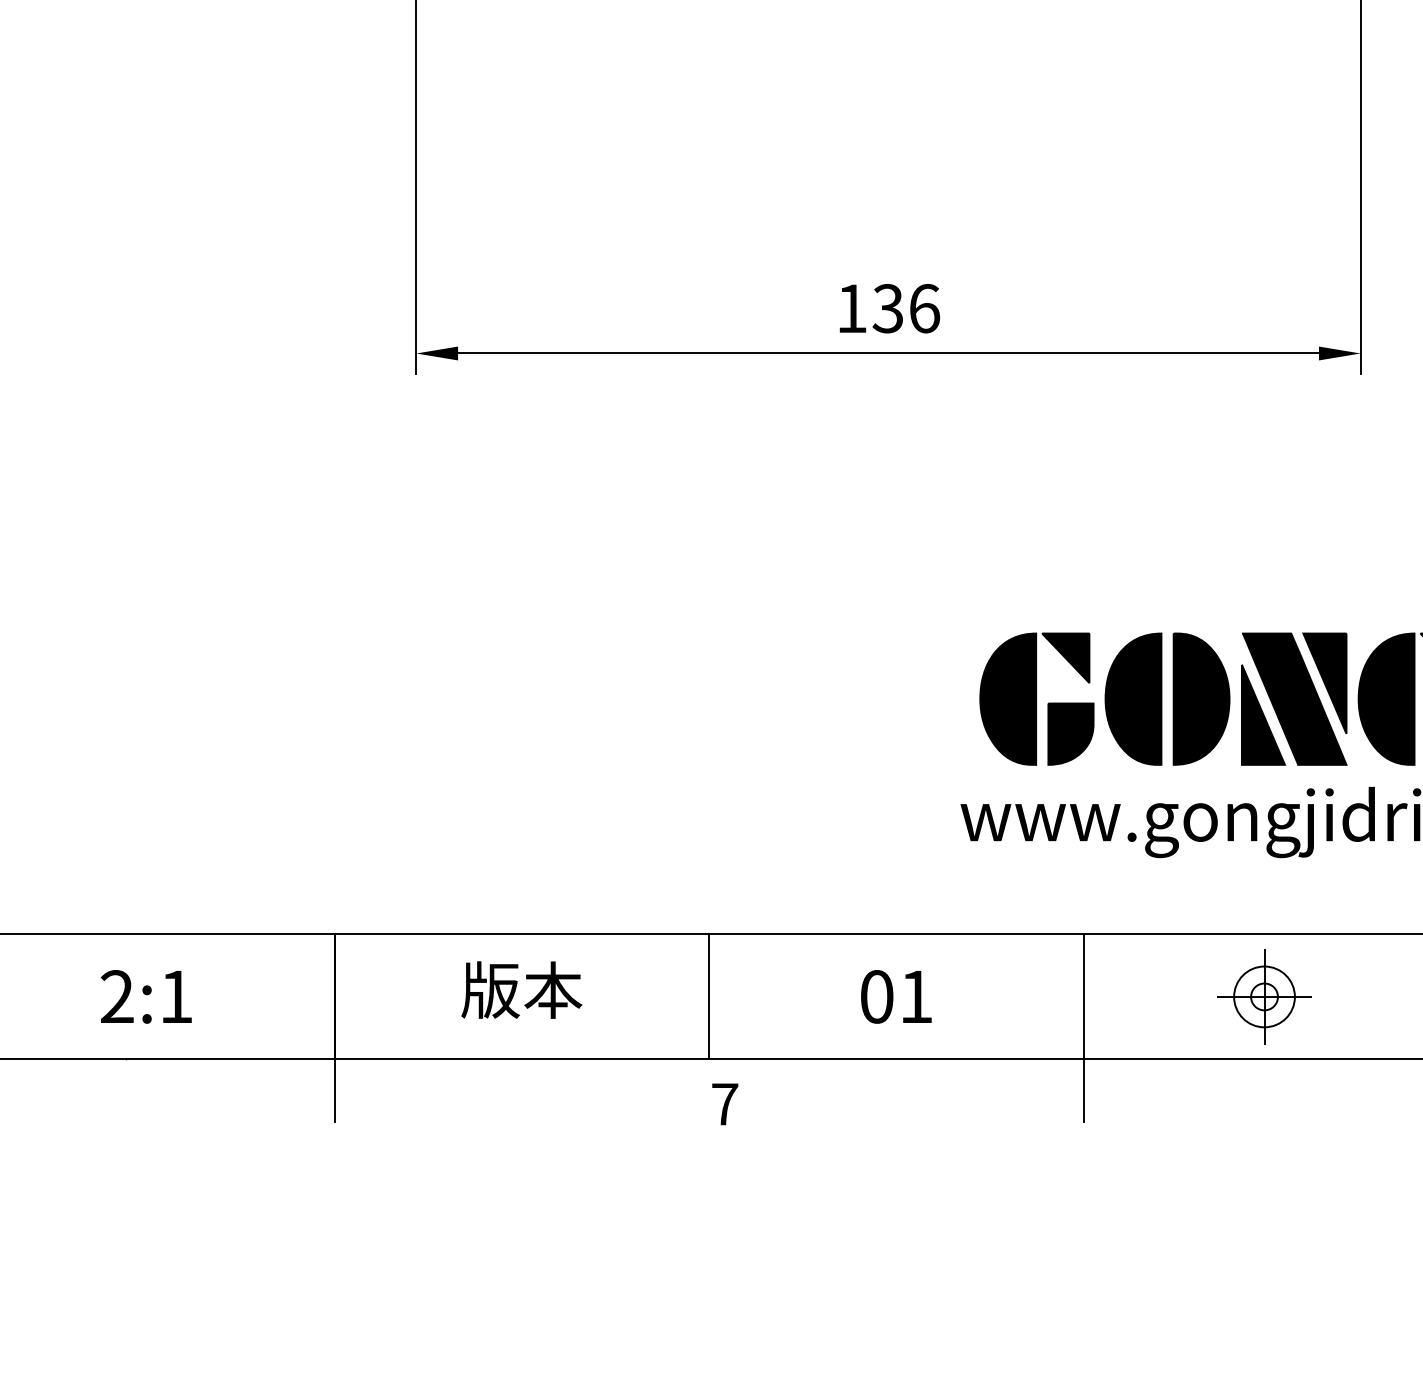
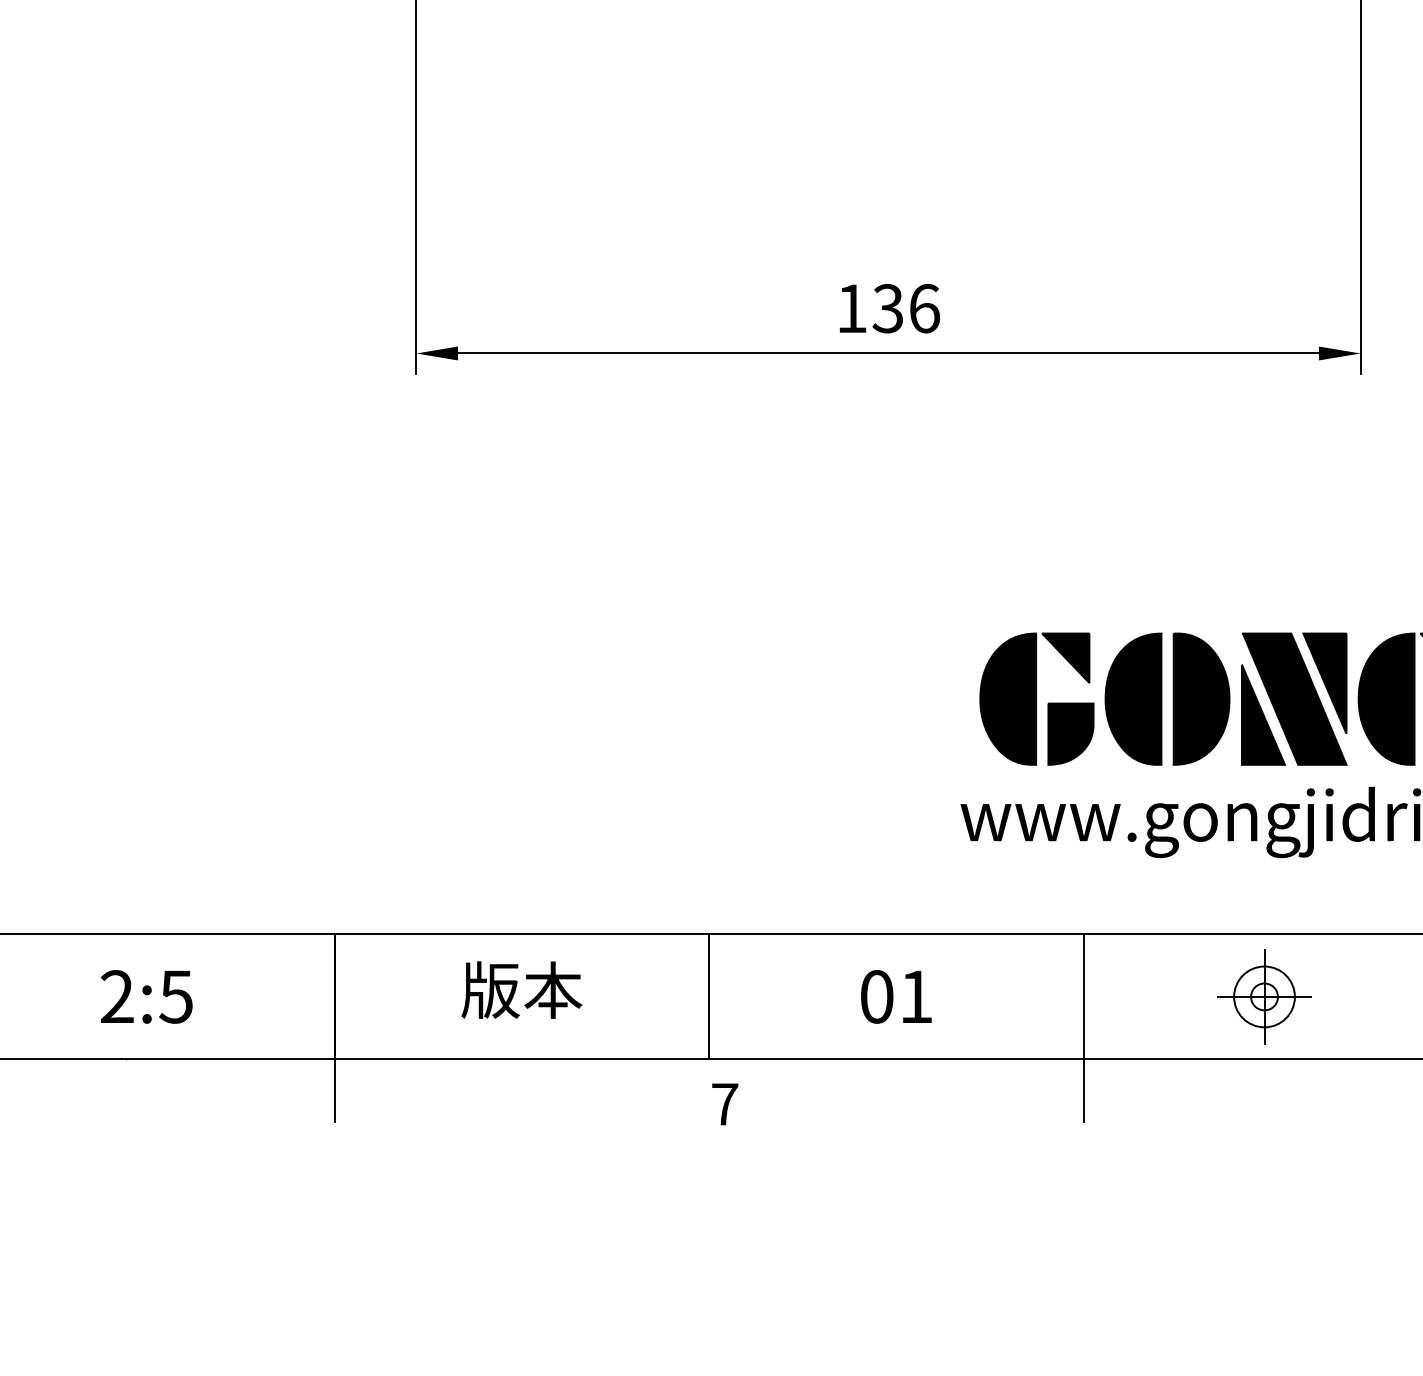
text at (175, 996): 2:1 -> 2:5
